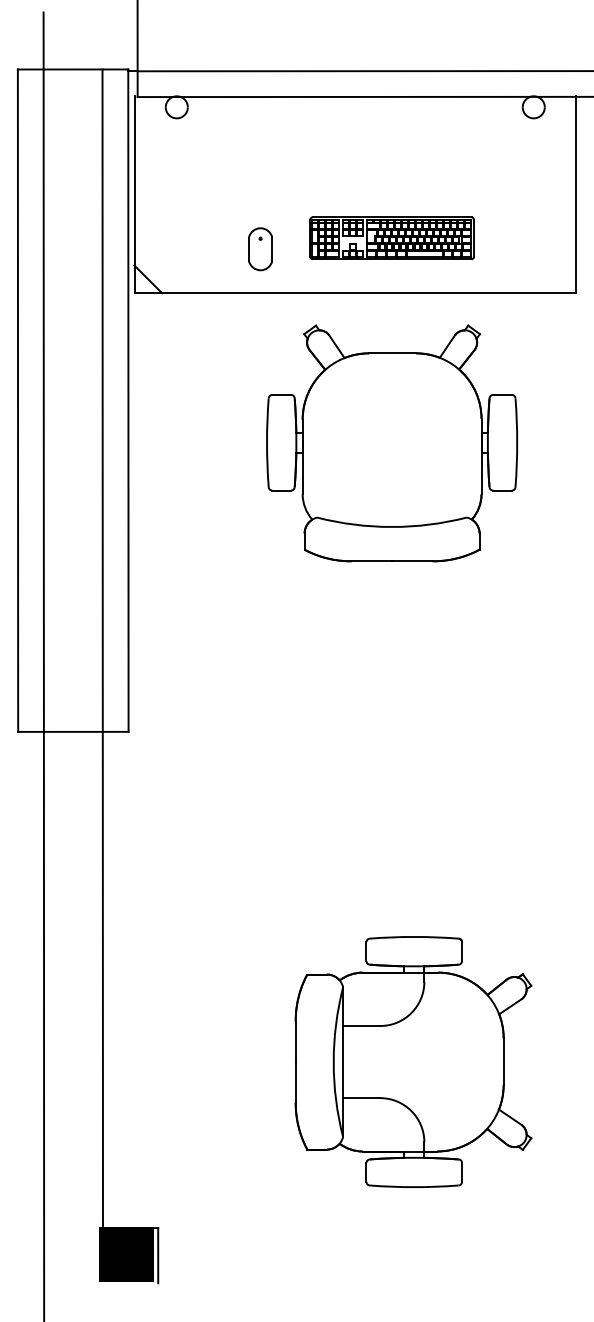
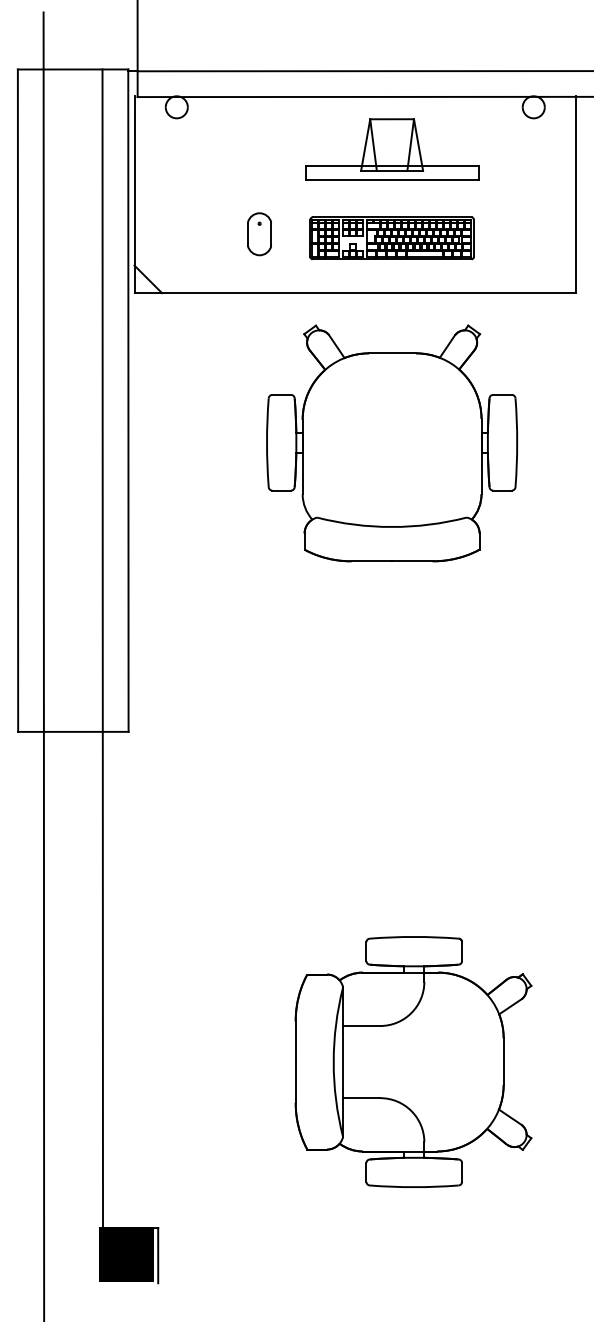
part at (392, 149): none -> present
part at (260, 249) position: (260, 249) -> (259, 234)
